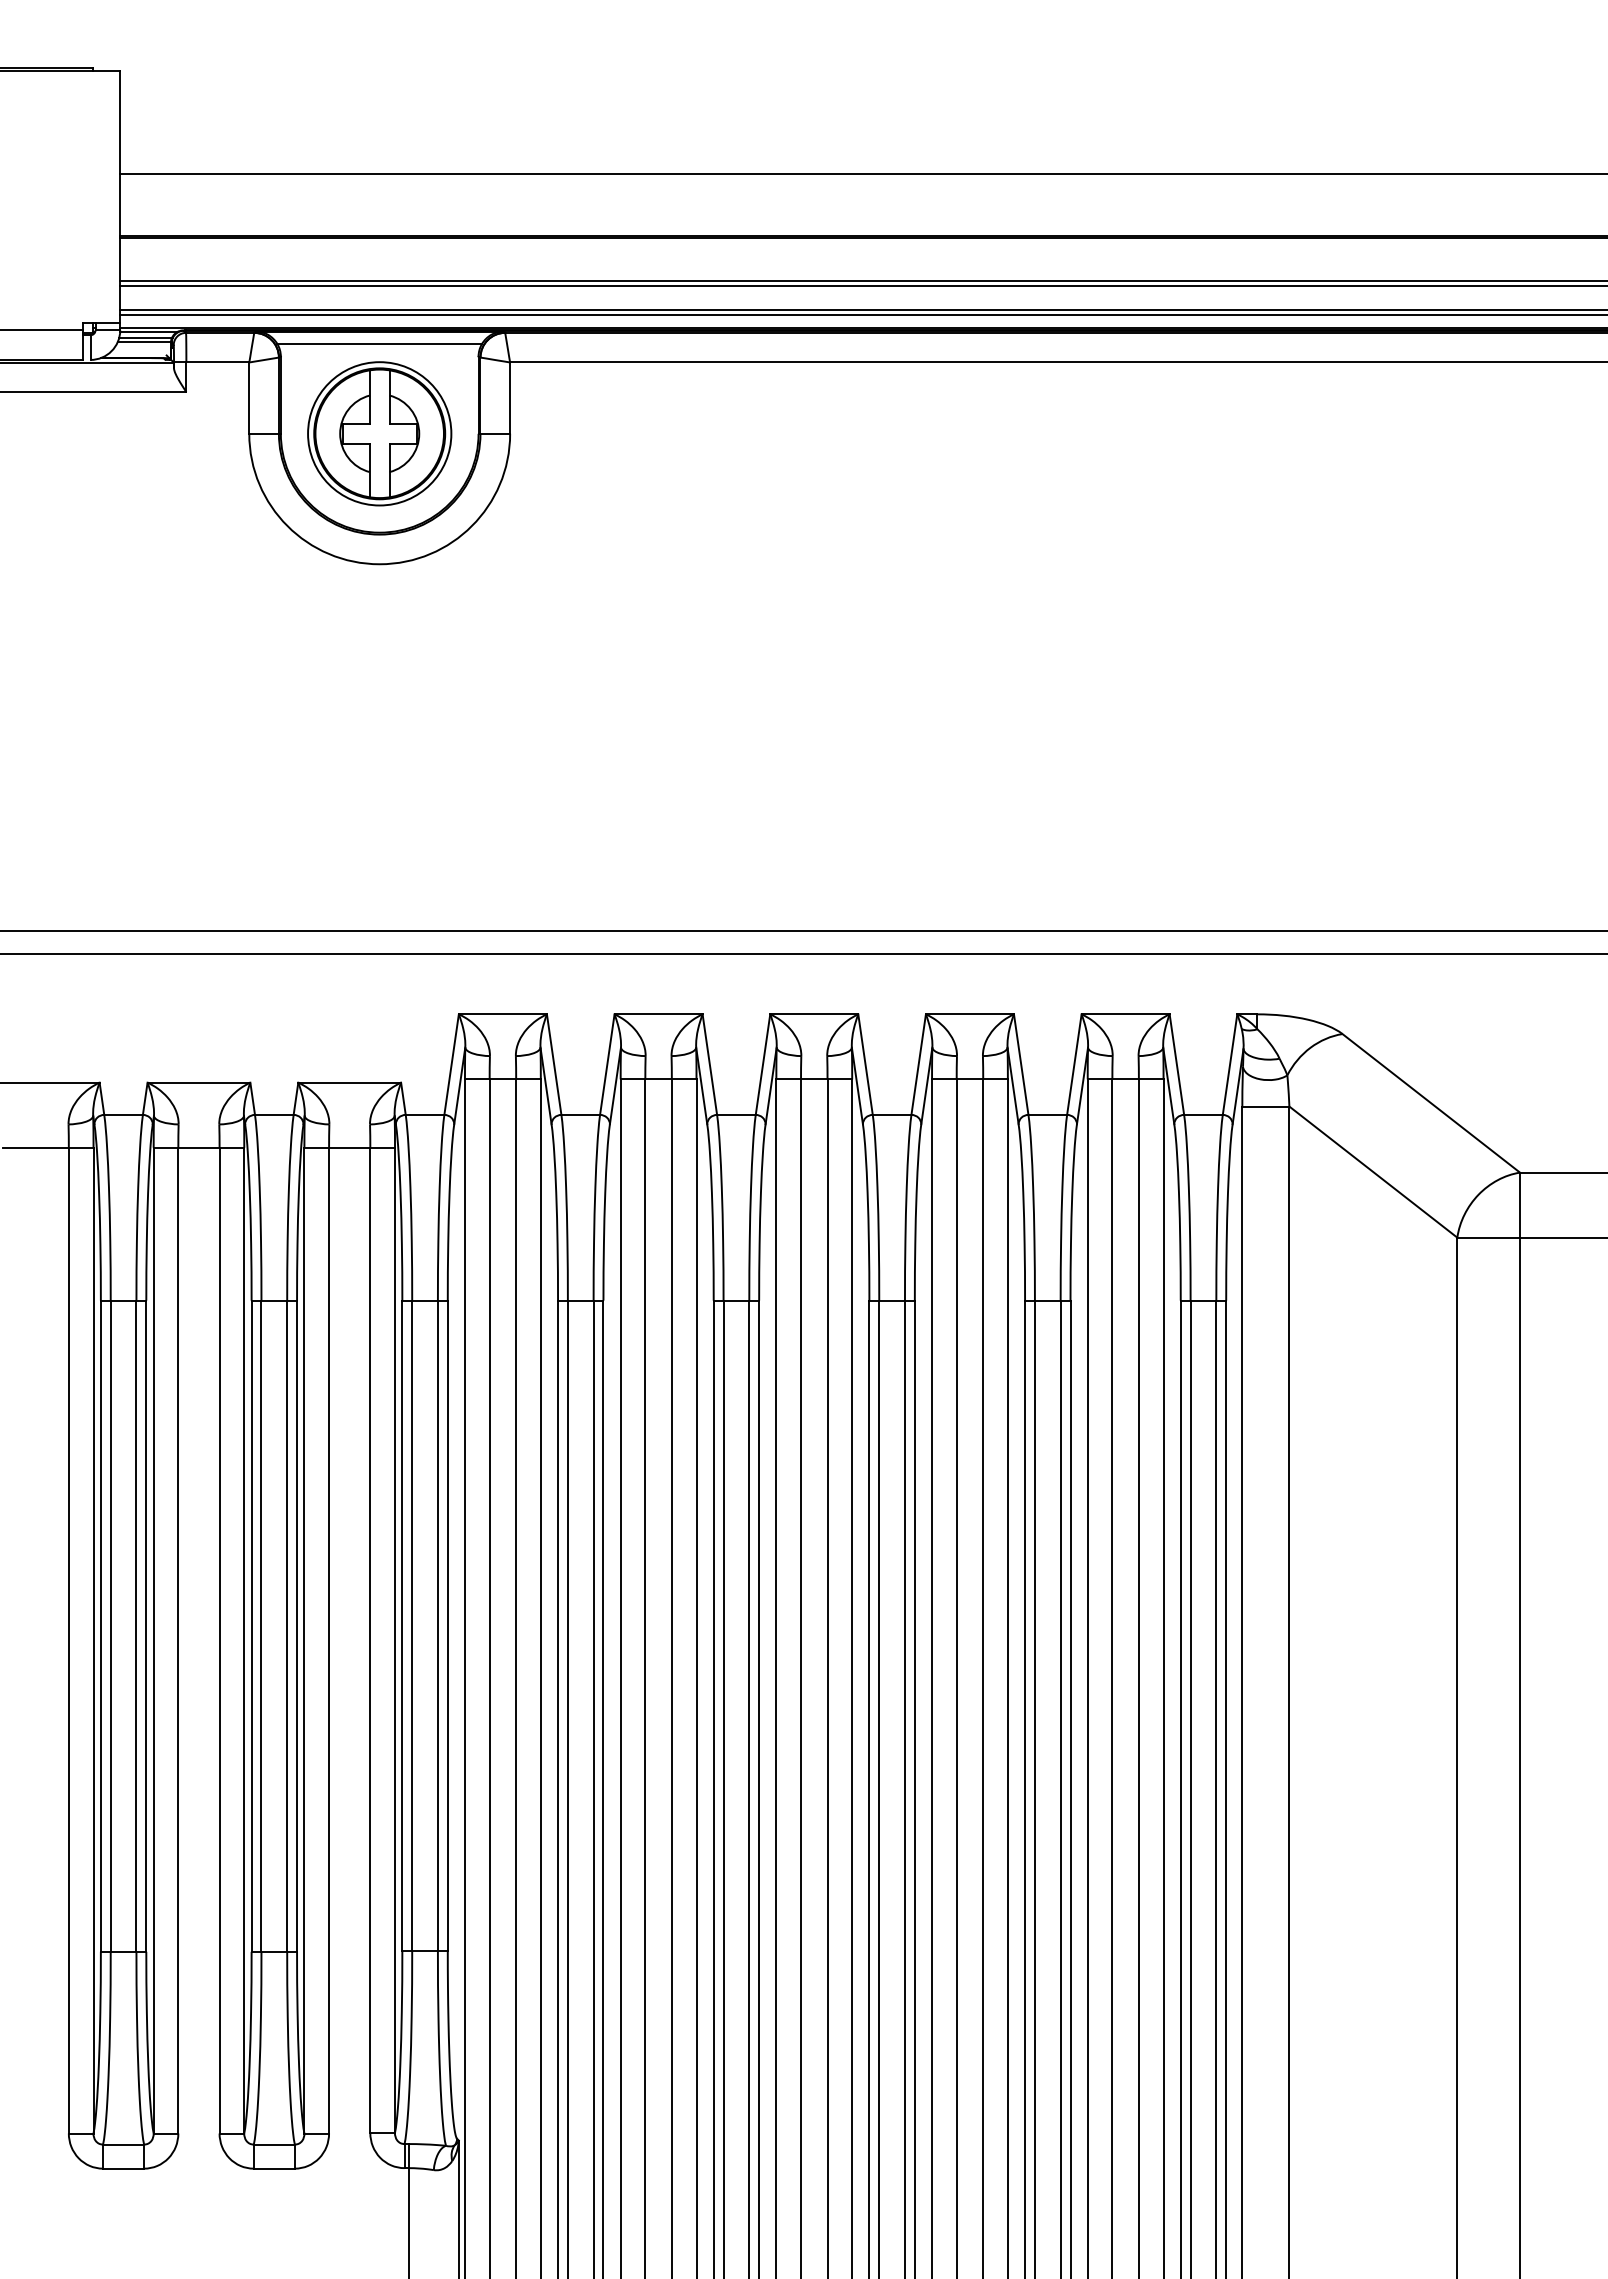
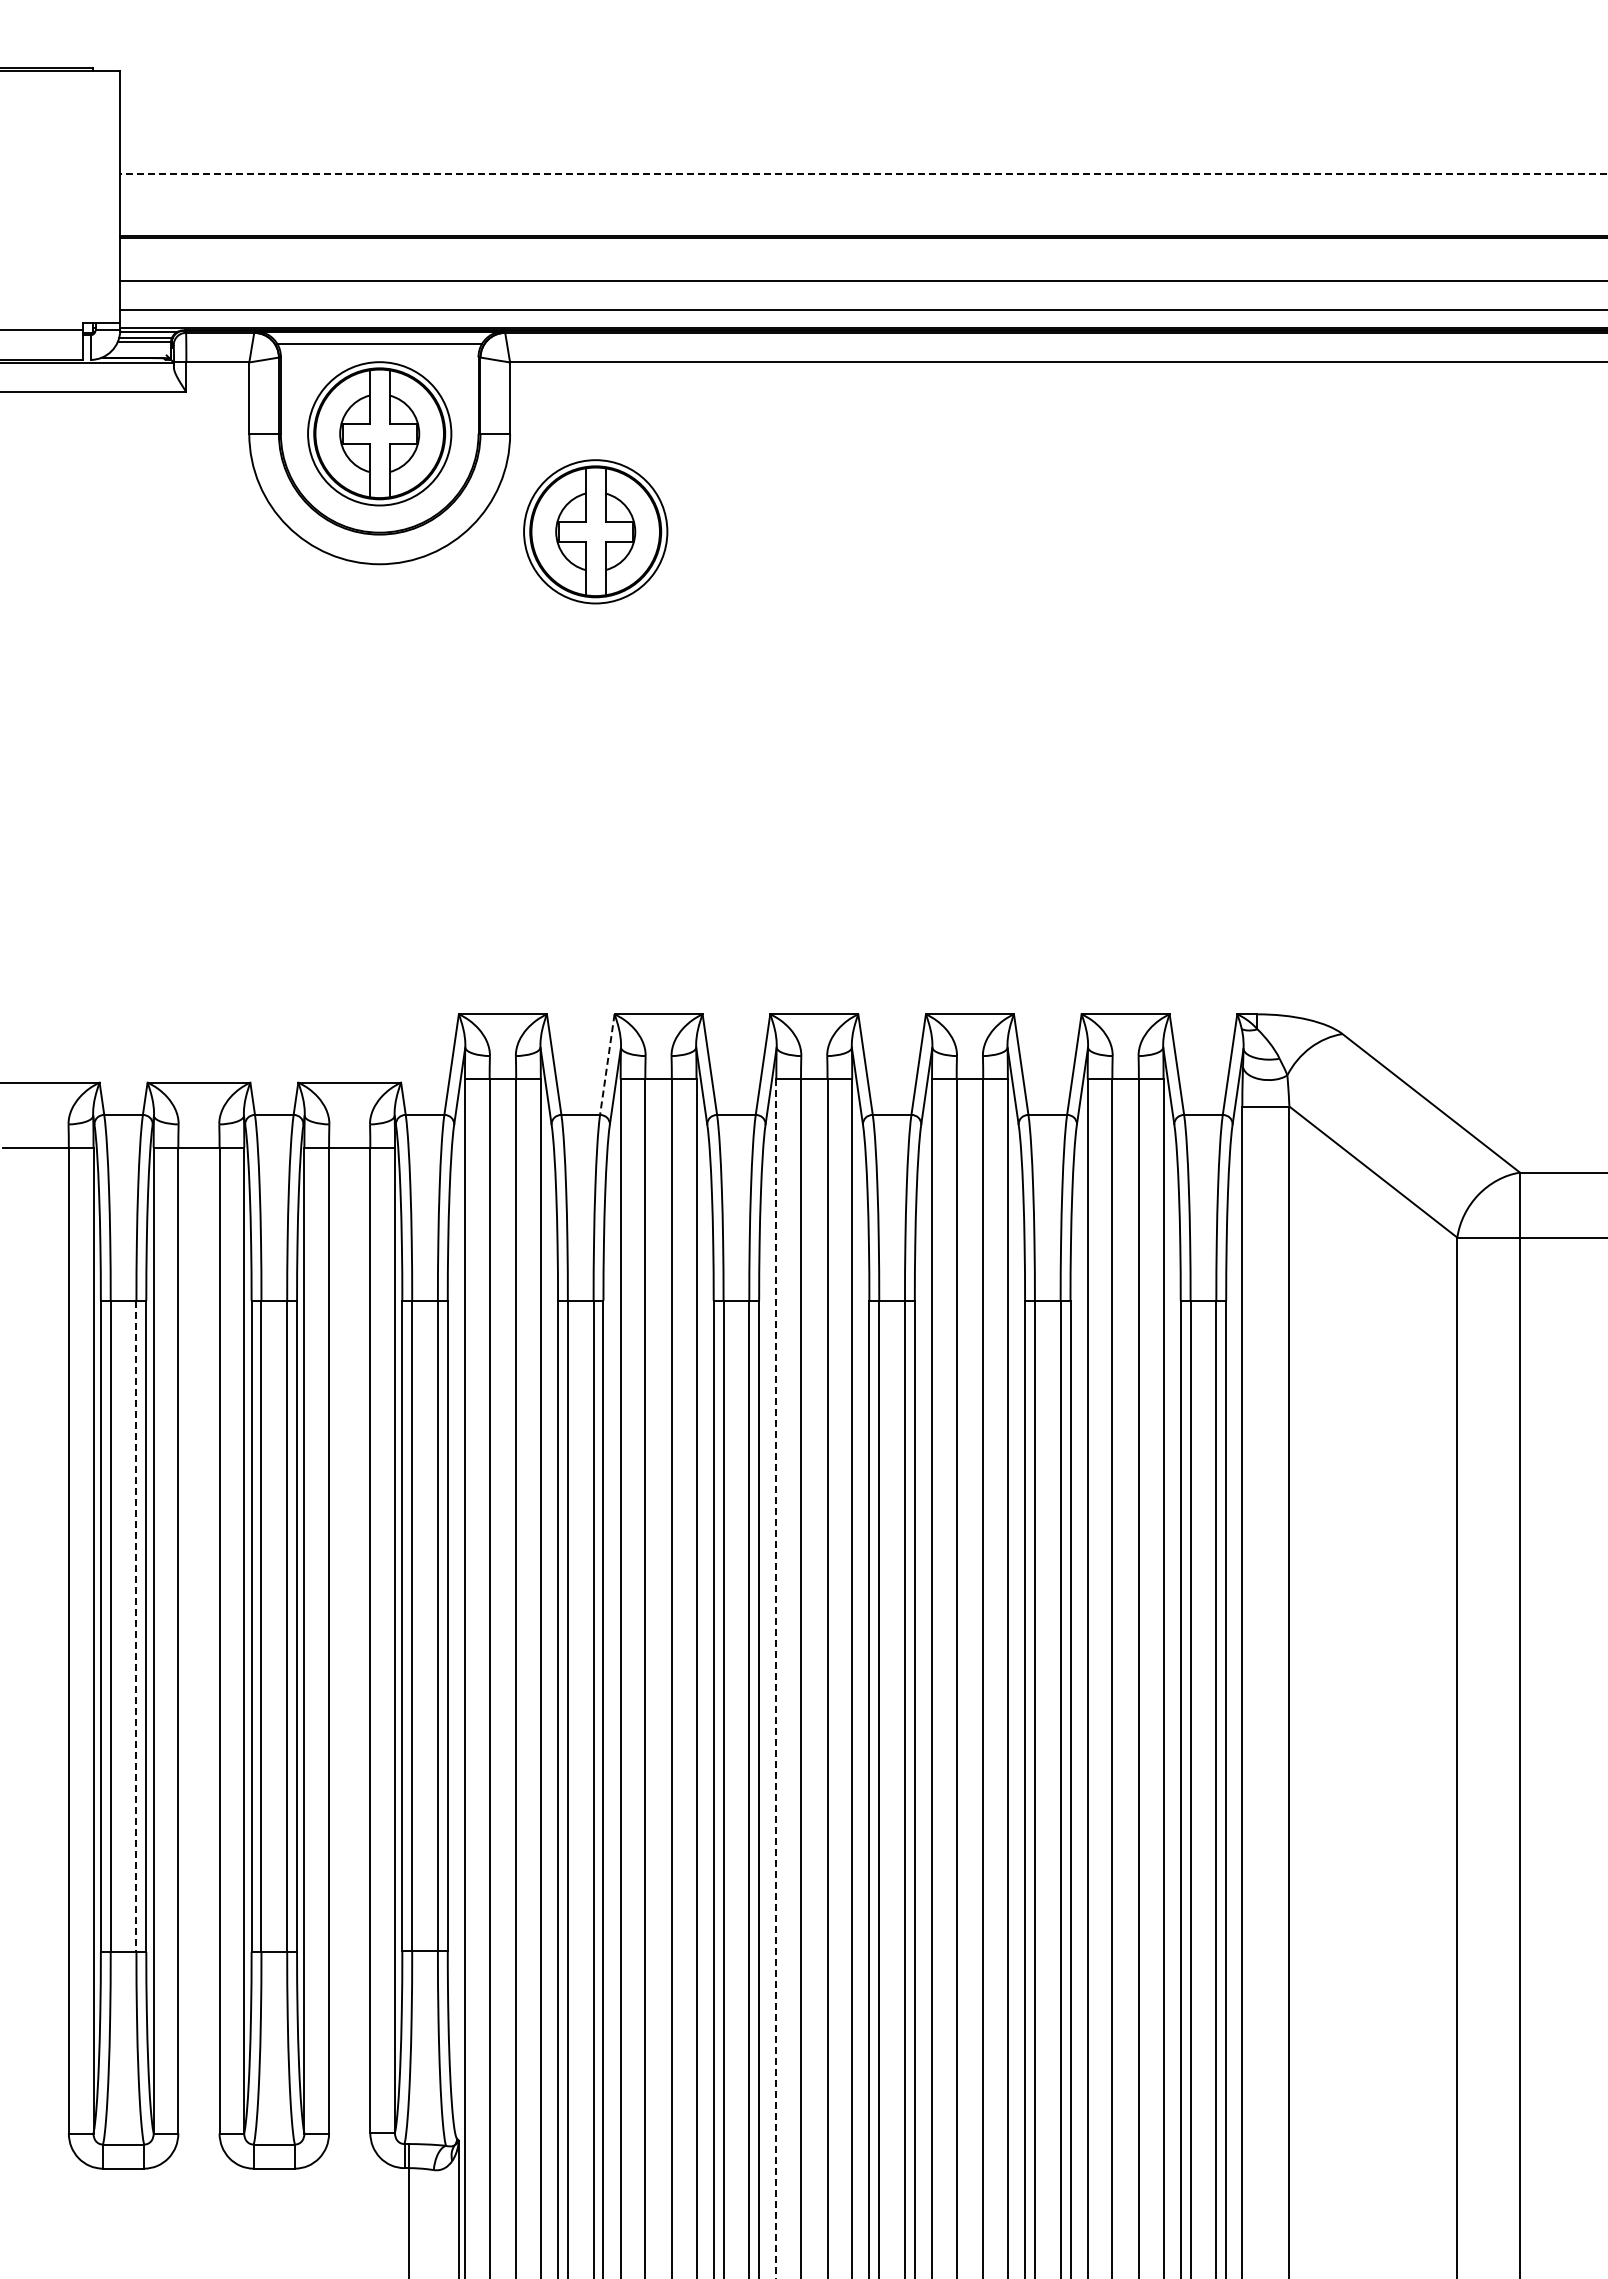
line at (863, 174): solid -> dashed
line at (862, 285): present -> none
line at (862, 315): present -> none
part at (595, 531): none -> present
line at (803, 930): present -> none
line at (803, 954): present -> none
line at (607, 1064): solid -> dashed
line at (136, 1626): solid -> dashed
line at (776, 1679): solid -> dashed
